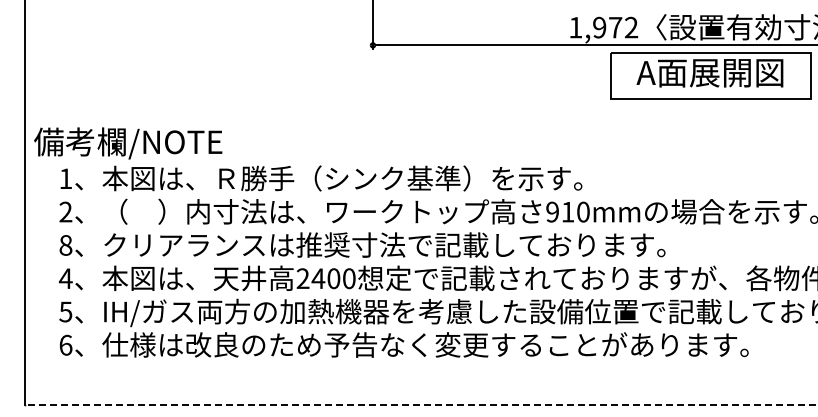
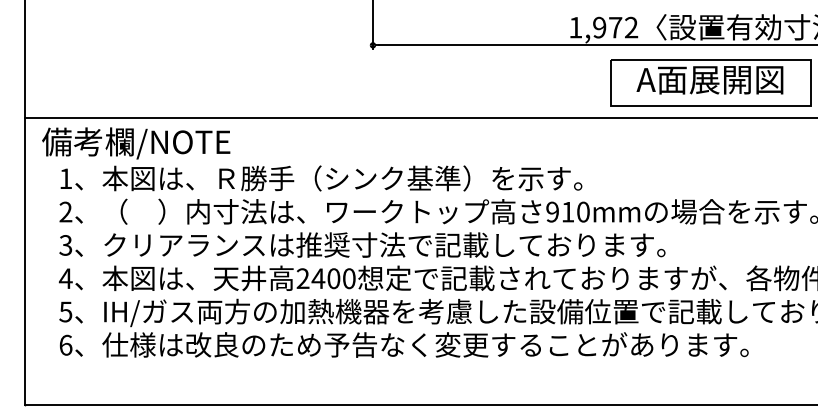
part at (710, 75) position: (710, 75) -> (710, 82)
line at (419, 118): none -> present
text at (128, 143) position: (128, 143) -> (136, 143)
text at (65, 245): 8 -> 3
line at (420, 404): dashed -> solid
